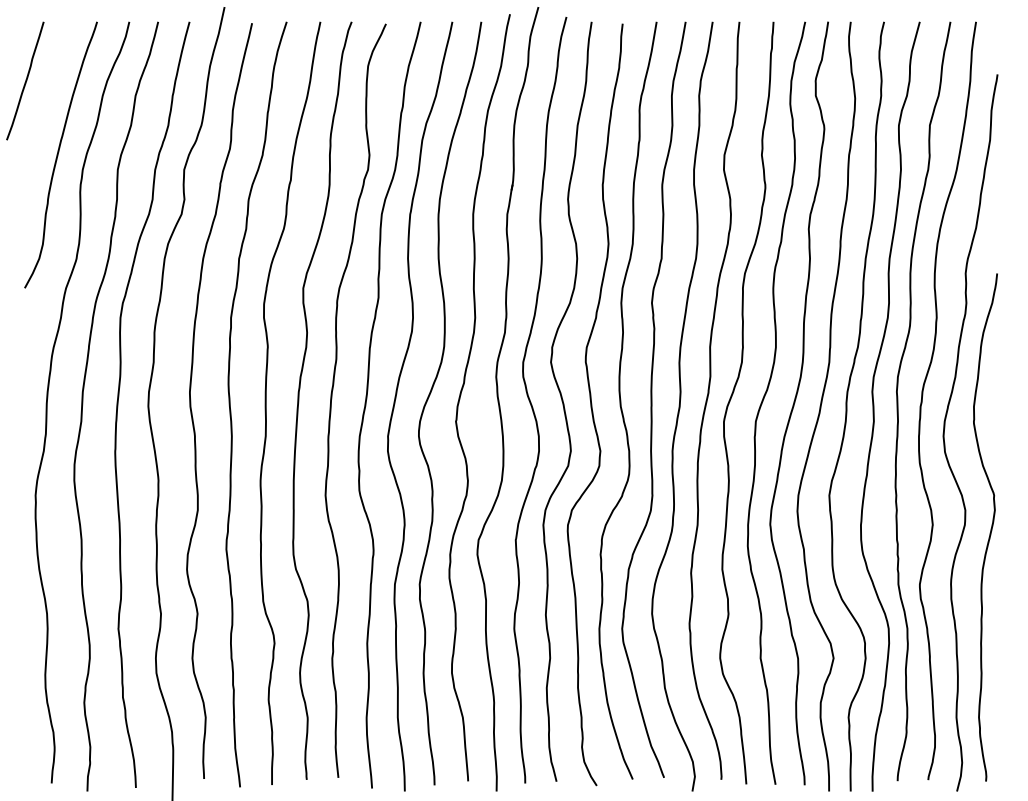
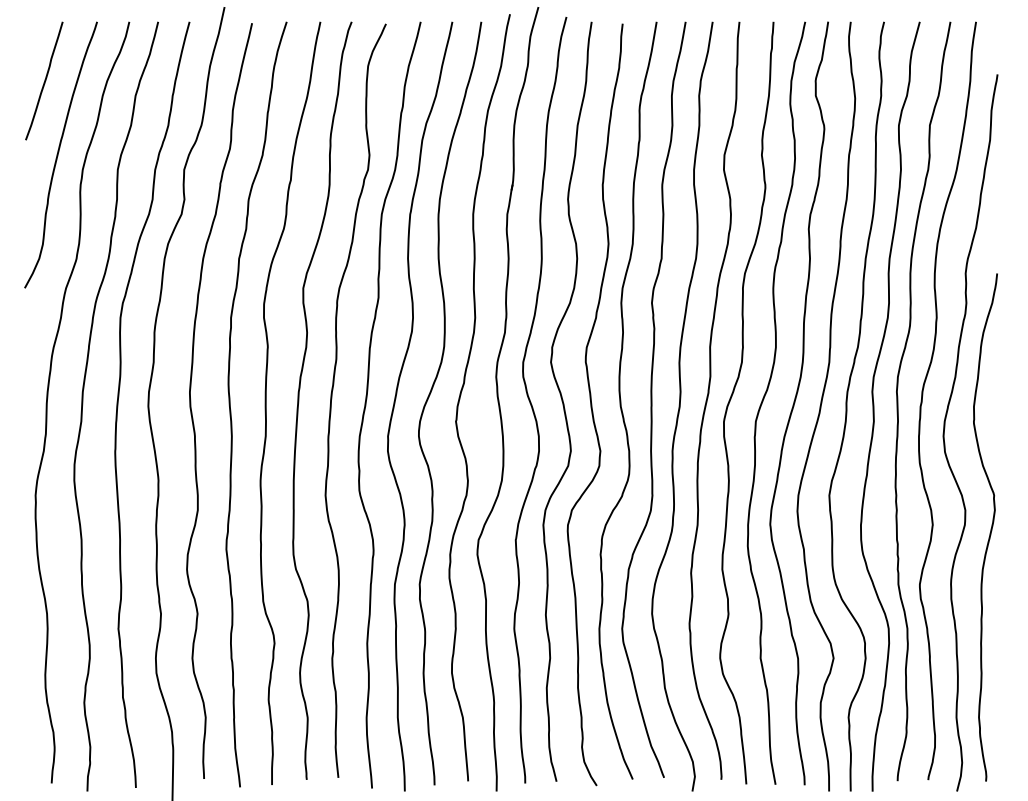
curve at (25, 80) position: (25, 80) -> (44, 80)
